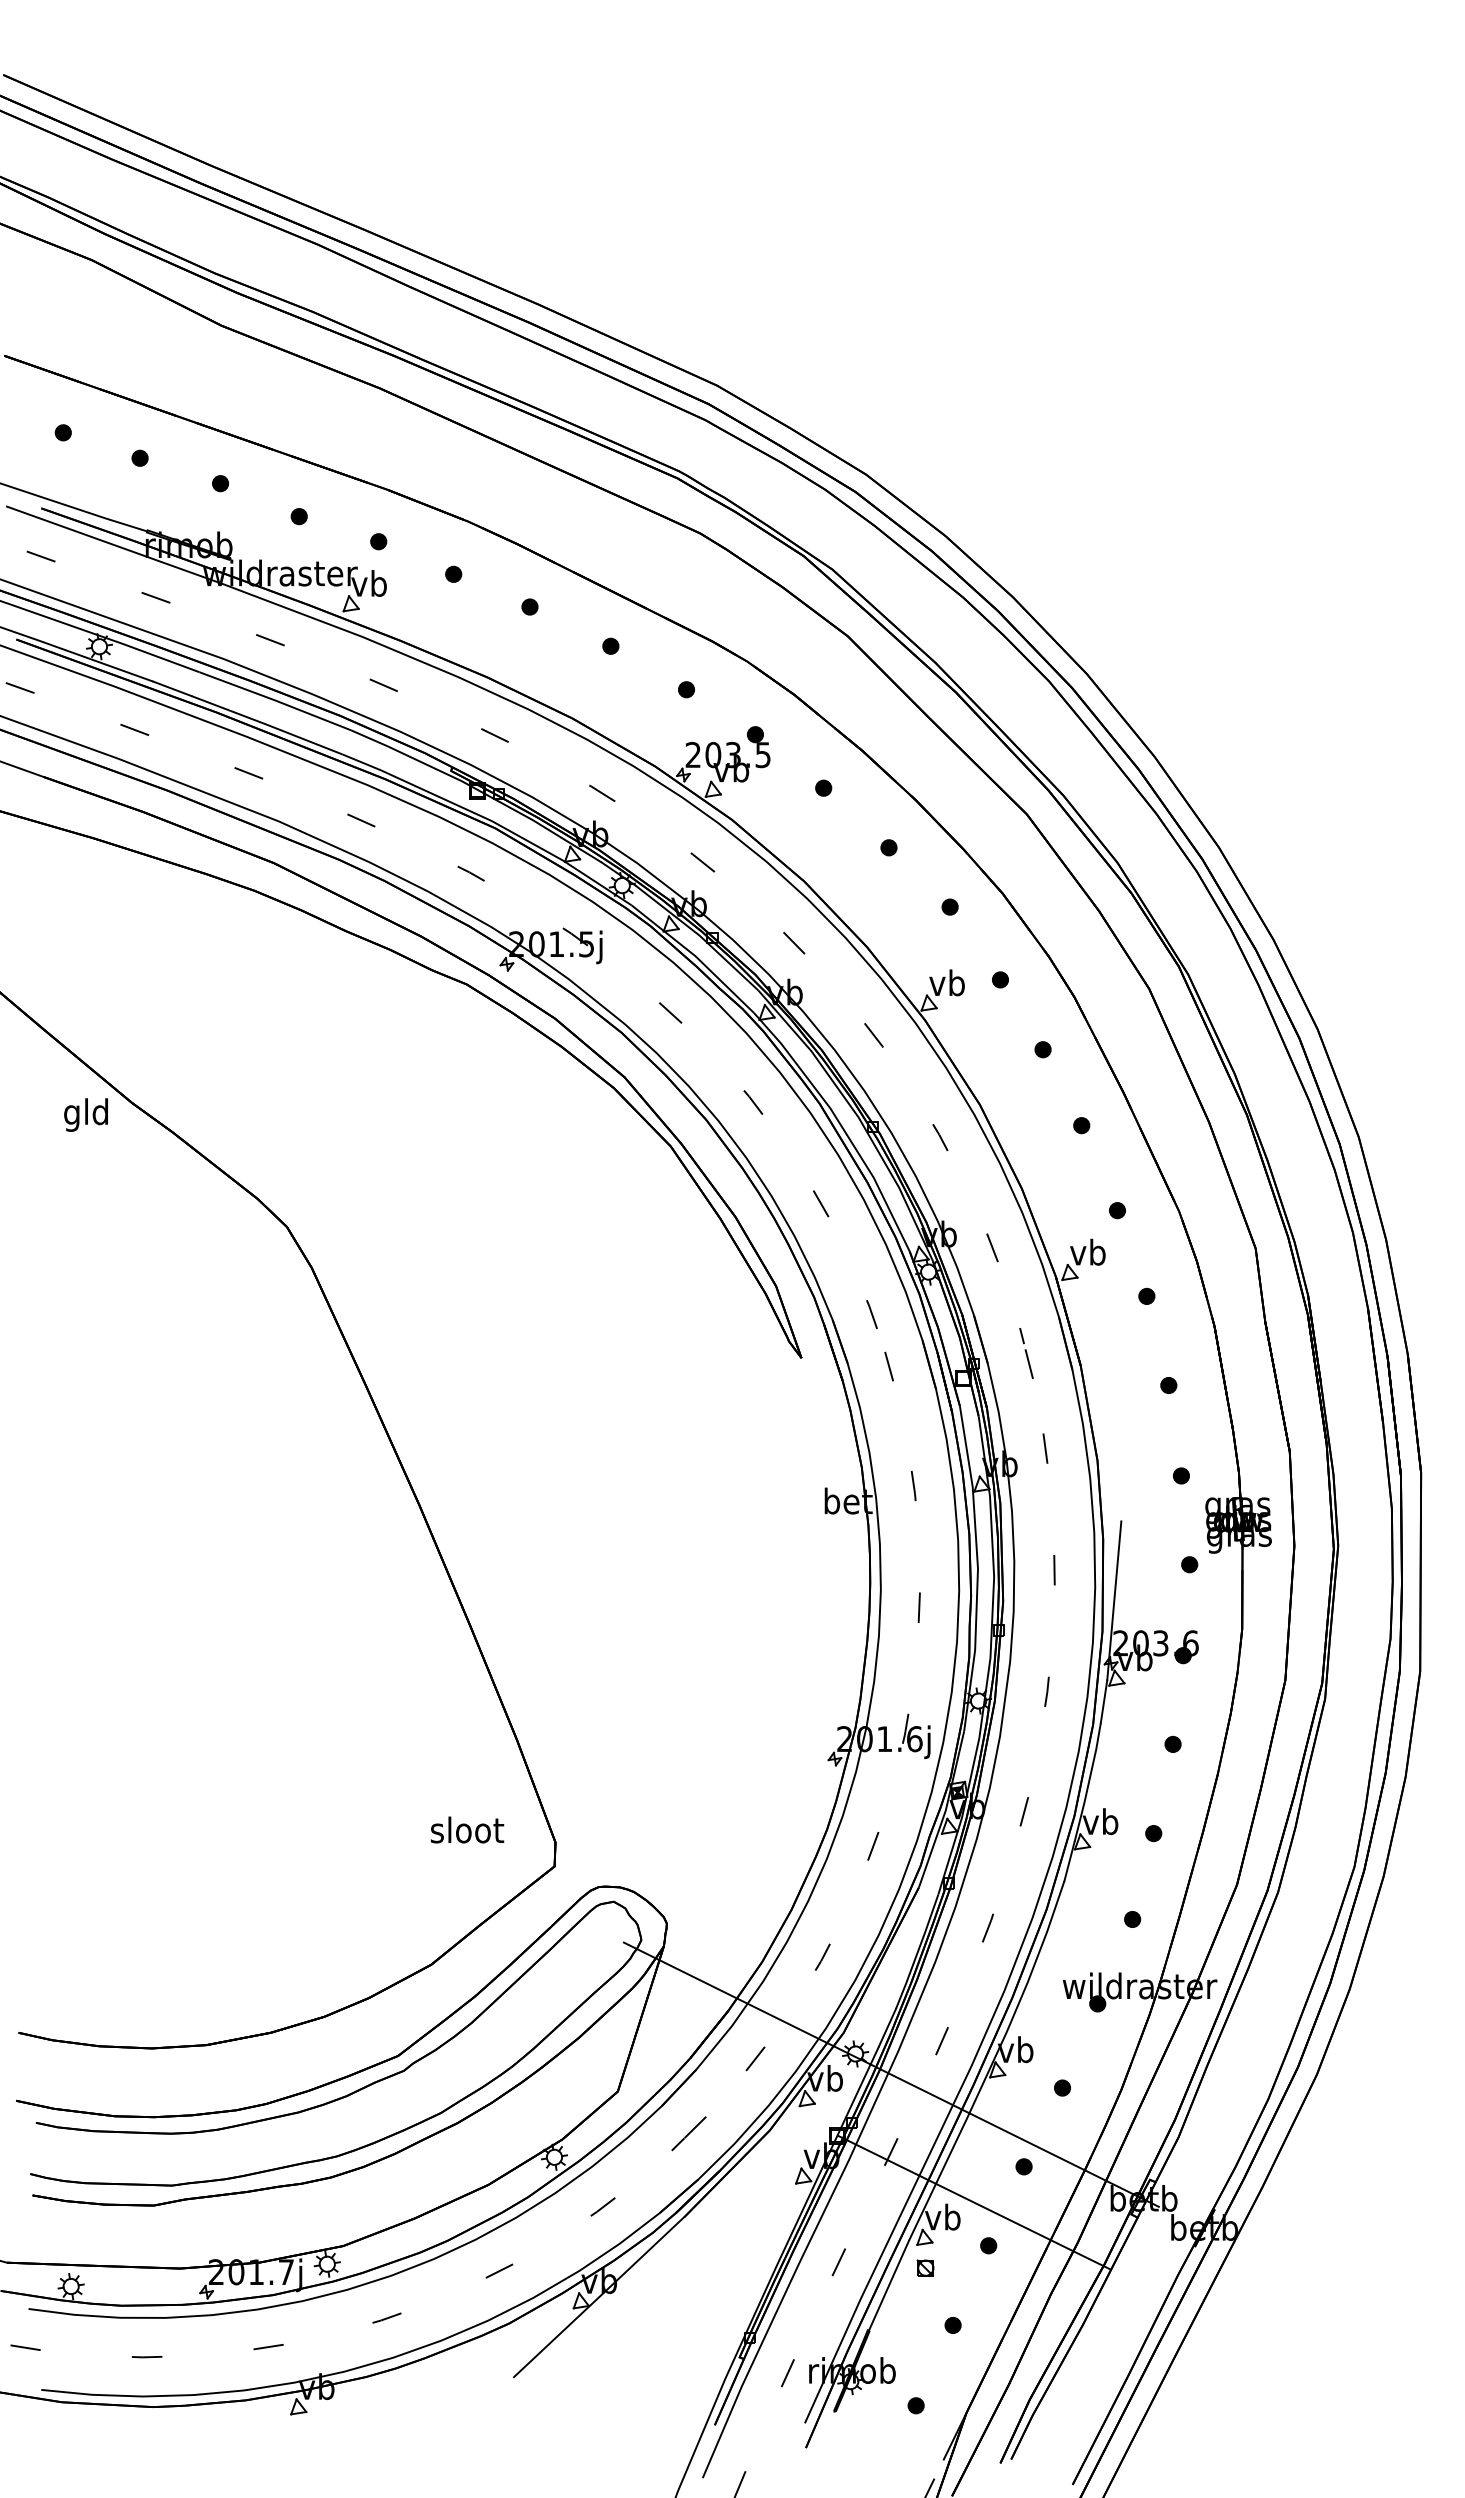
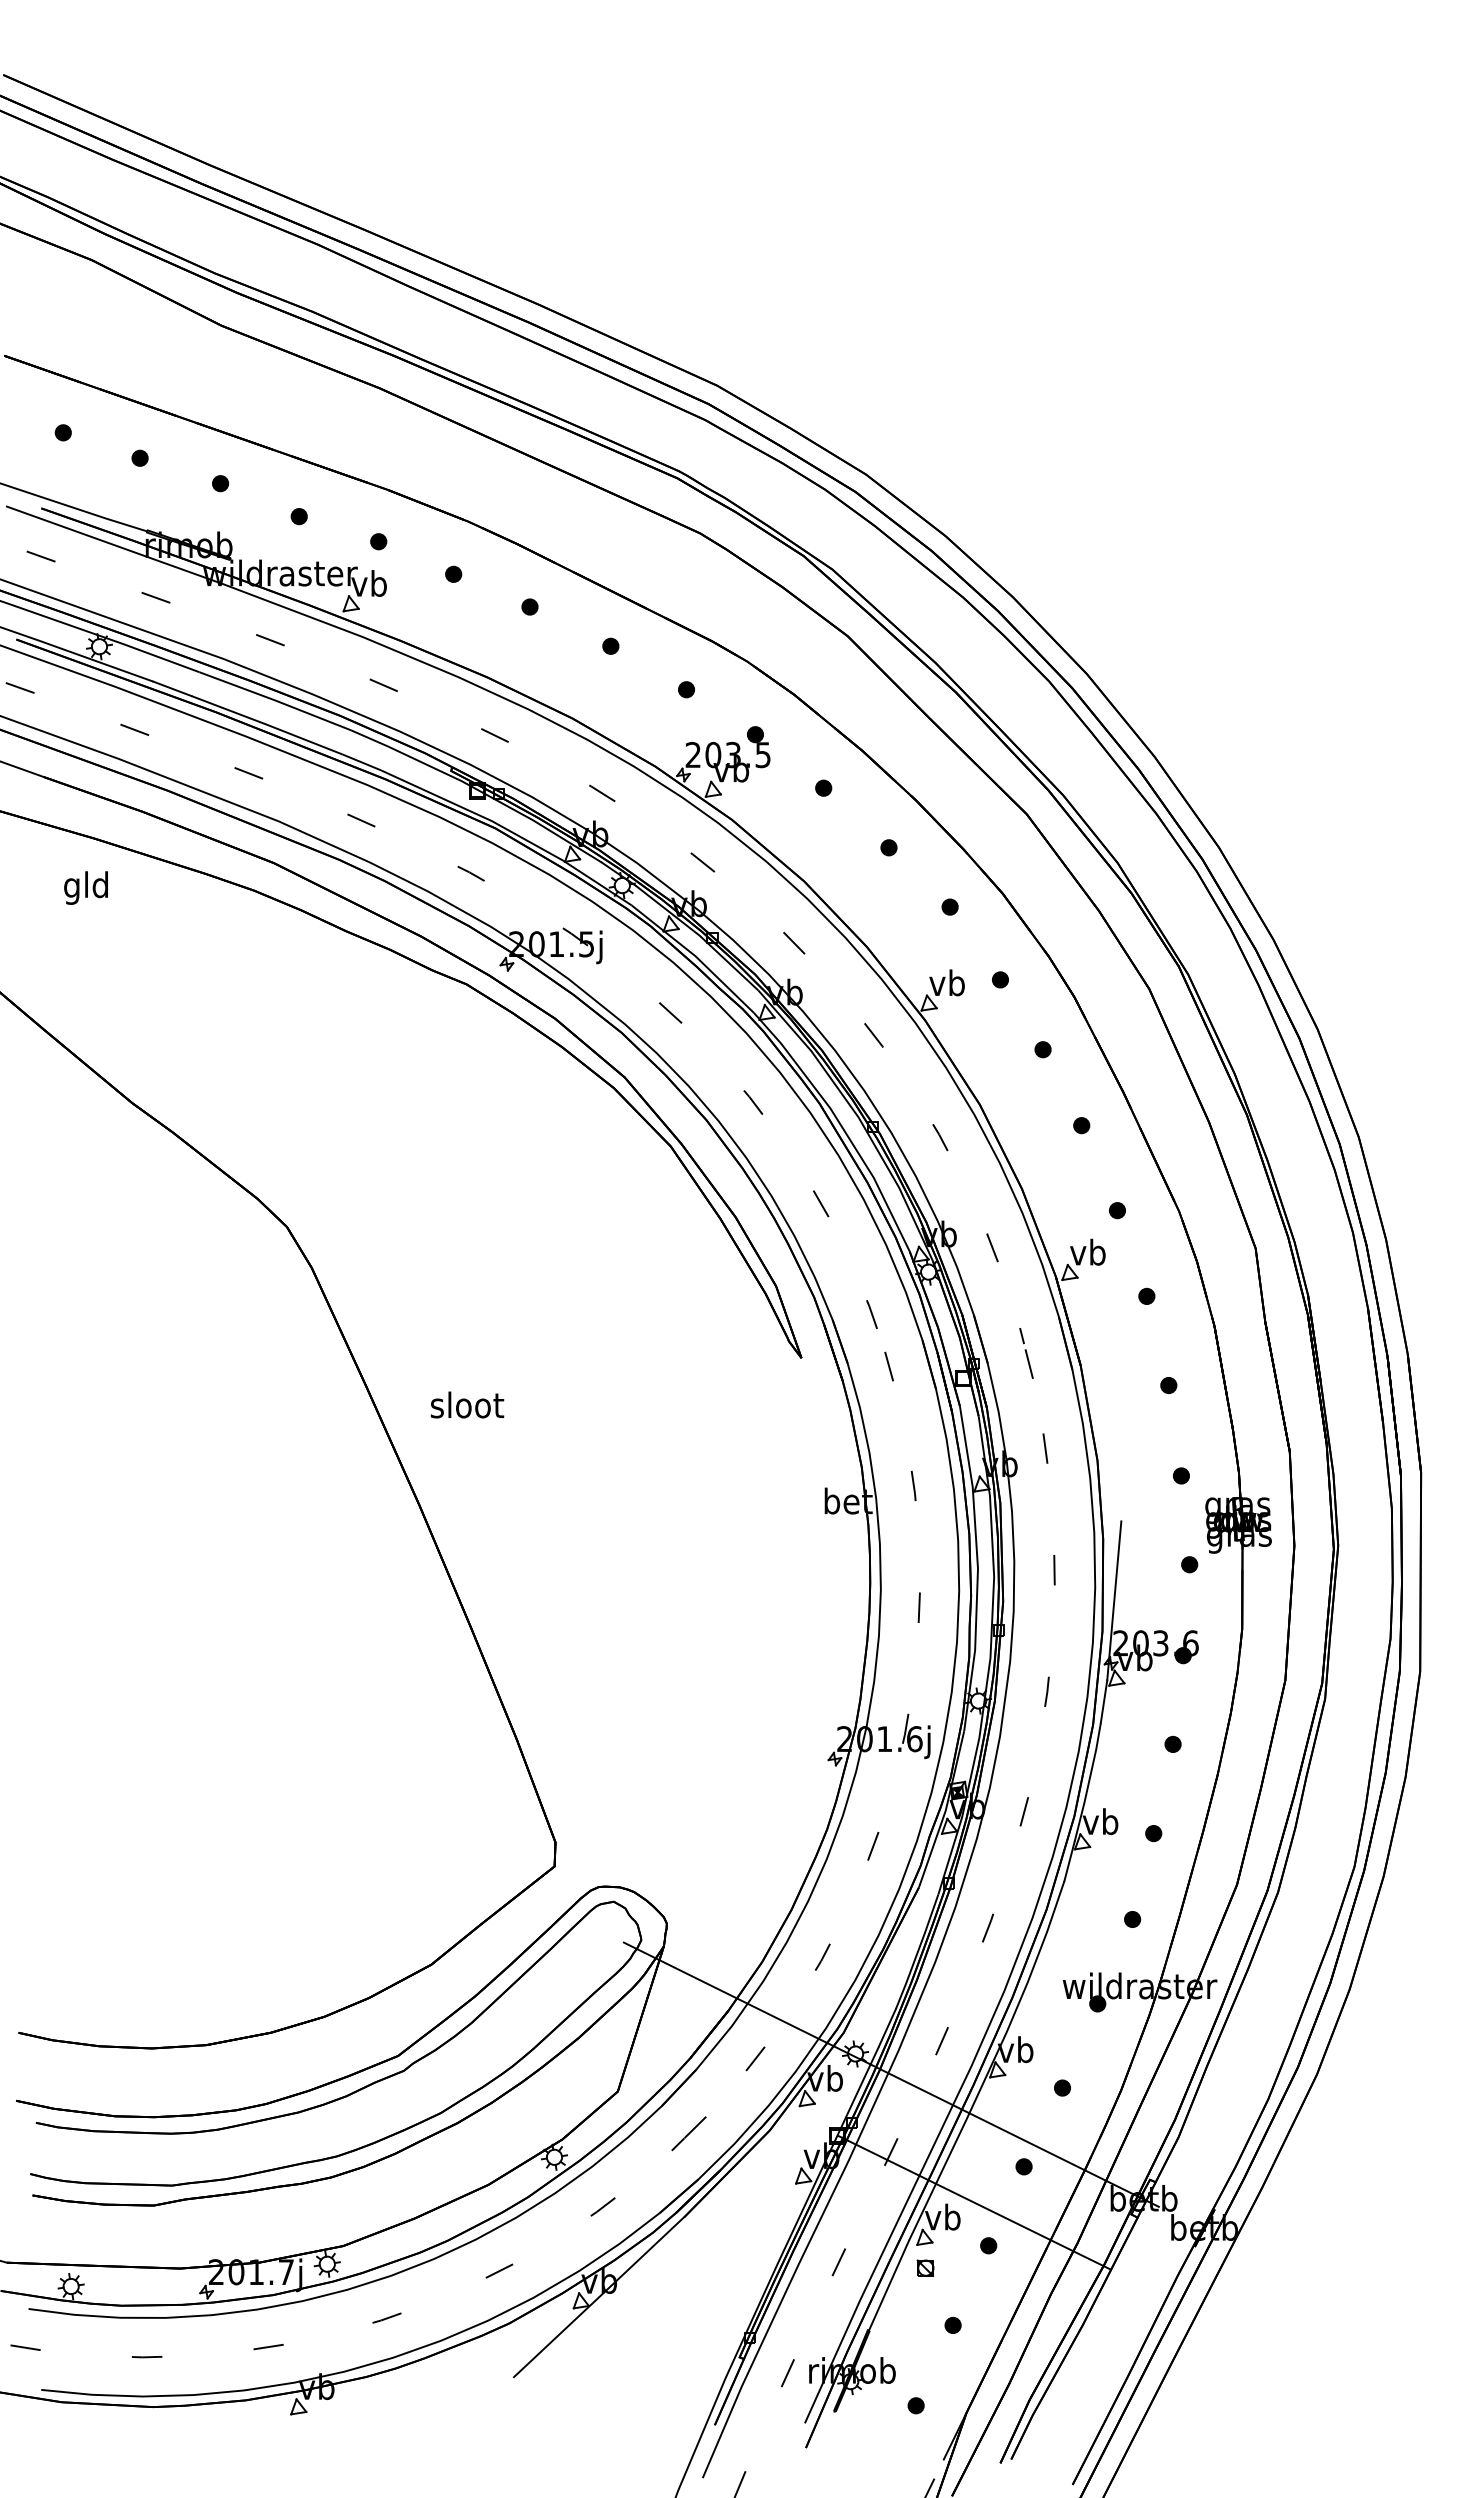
text at (85, 1114) position: (85, 1114) -> (85, 887)
text at (467, 1829) position: (467, 1829) -> (467, 1404)
